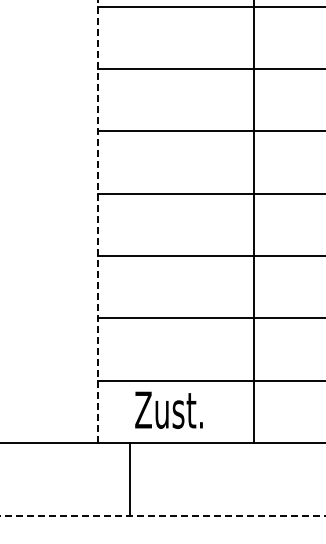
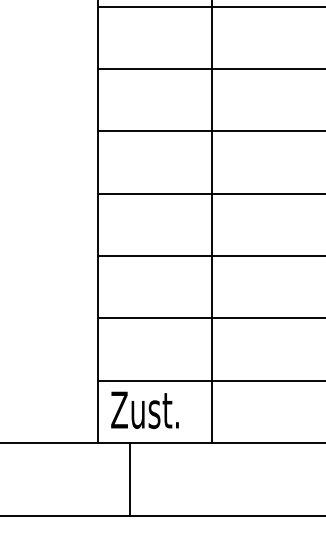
line at (97, 222): dashed -> solid
line at (254, 222) position: (254, 222) -> (212, 222)
text at (168, 409) position: (168, 409) -> (144, 409)
line at (163, 516): dashed -> solid
